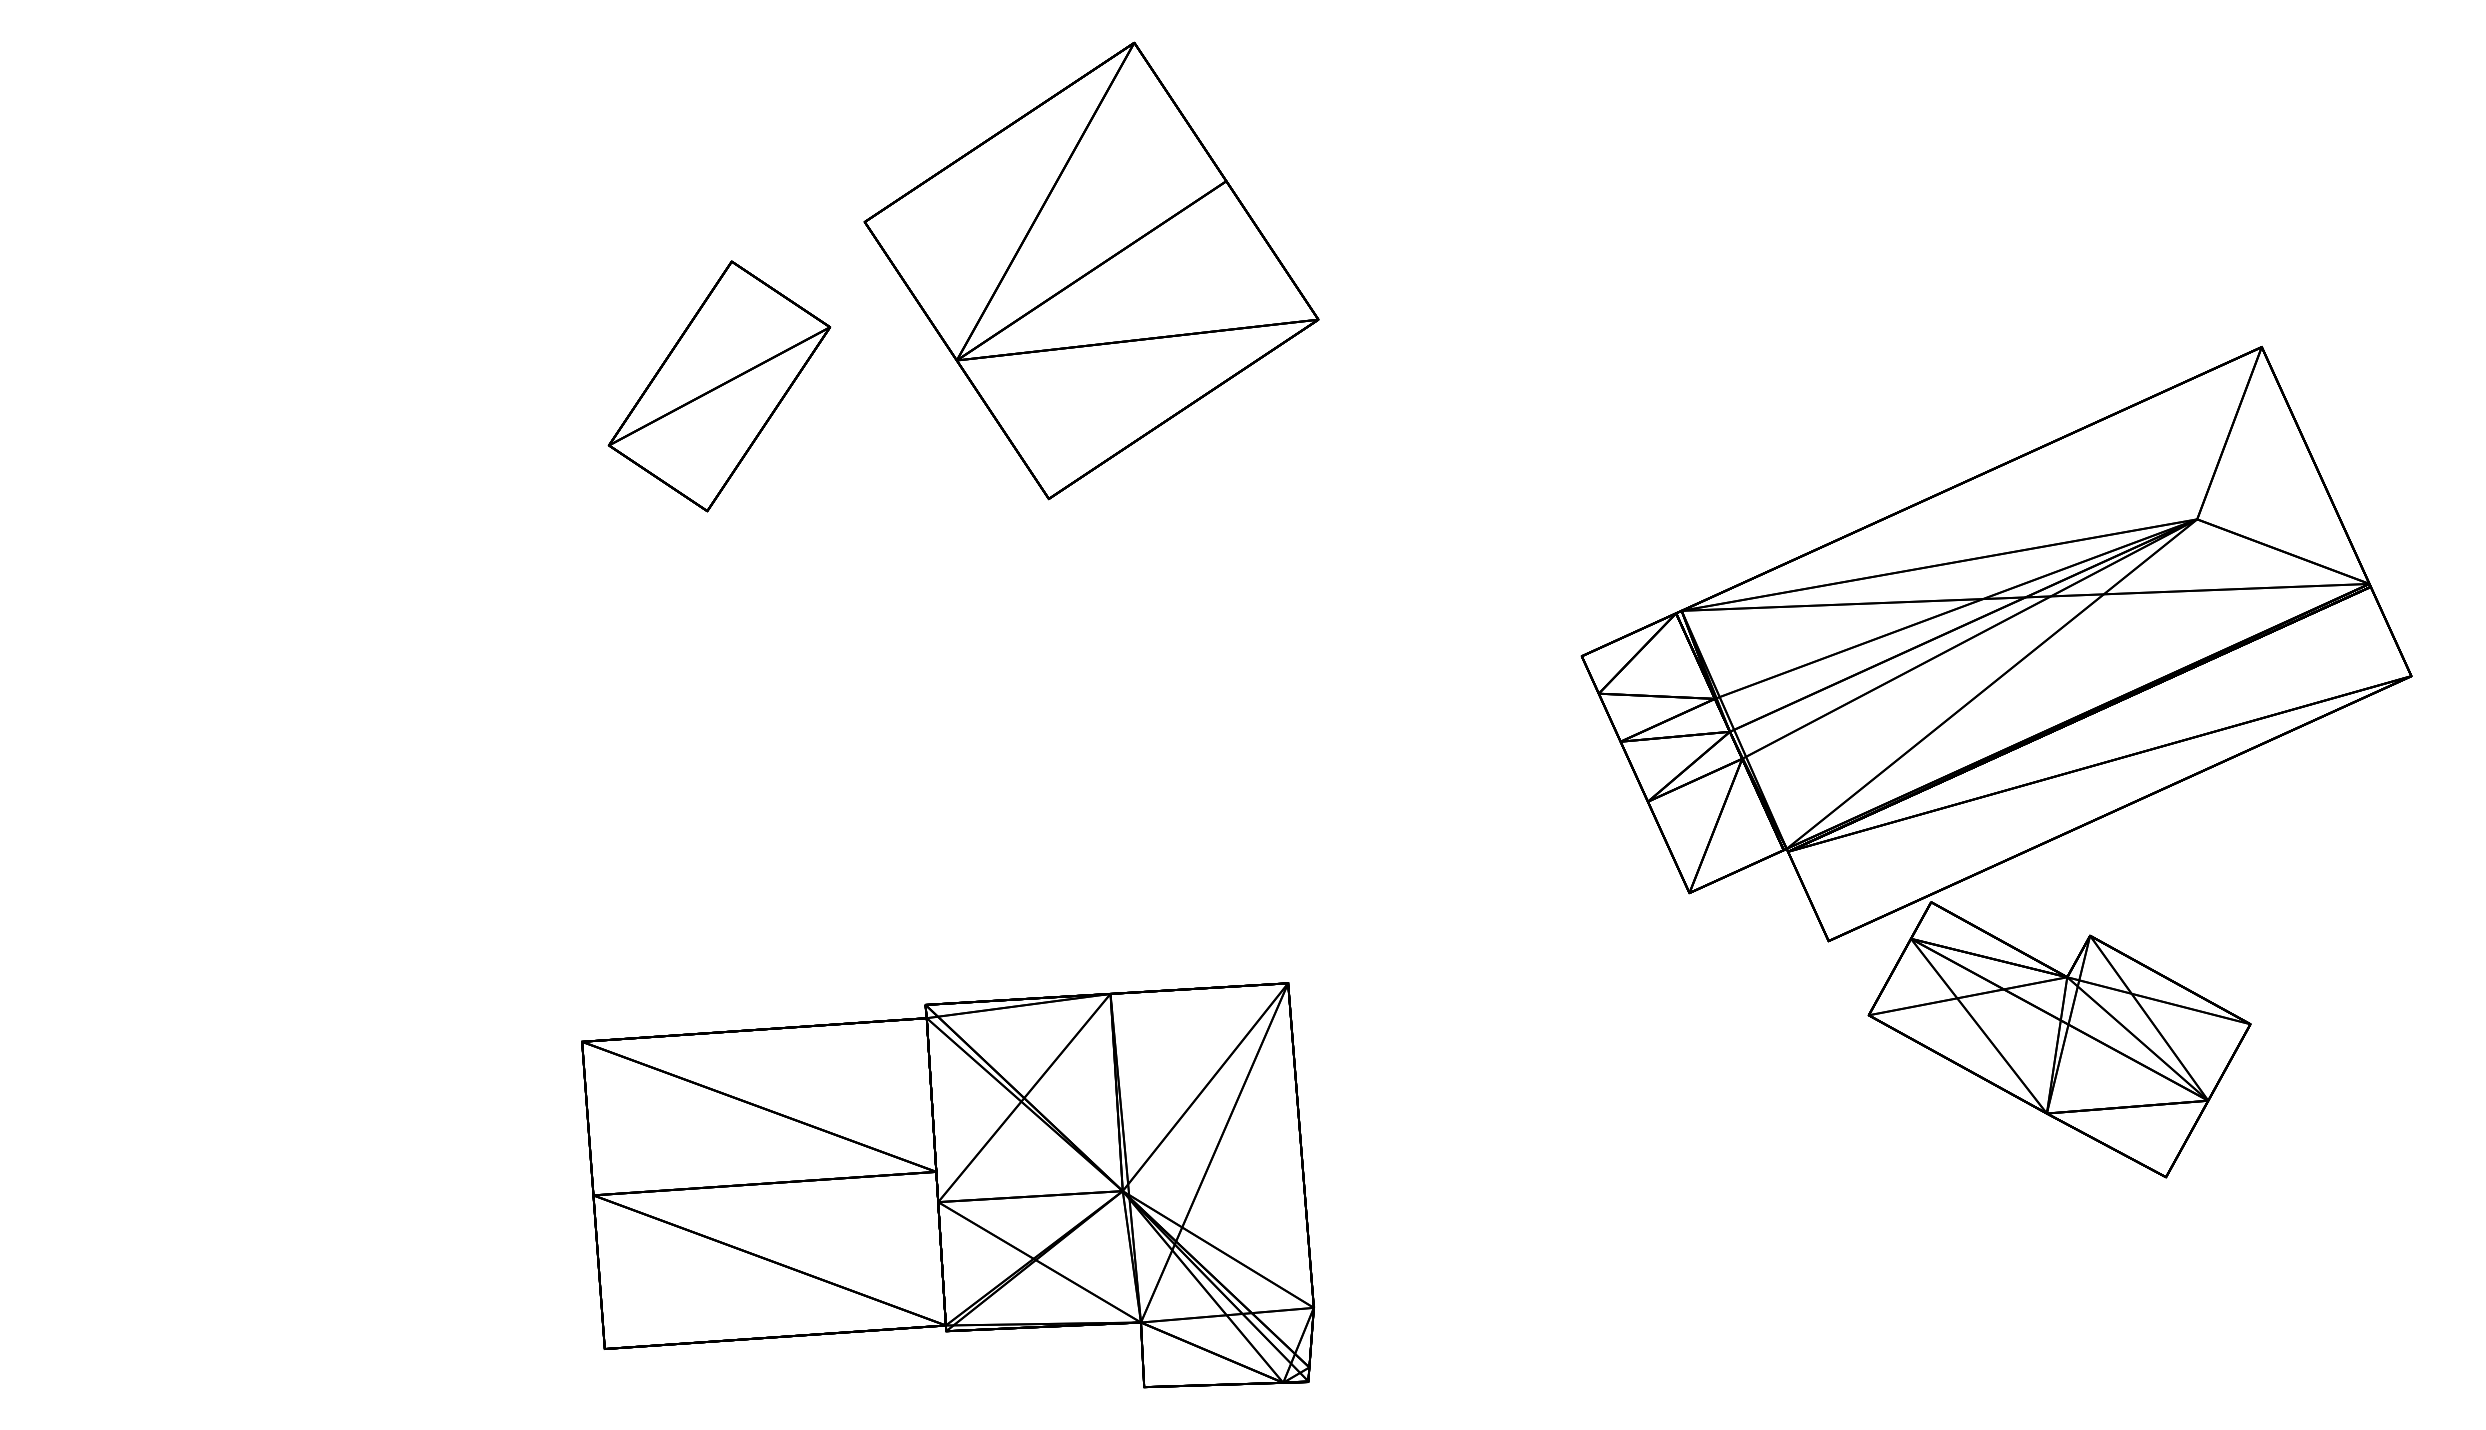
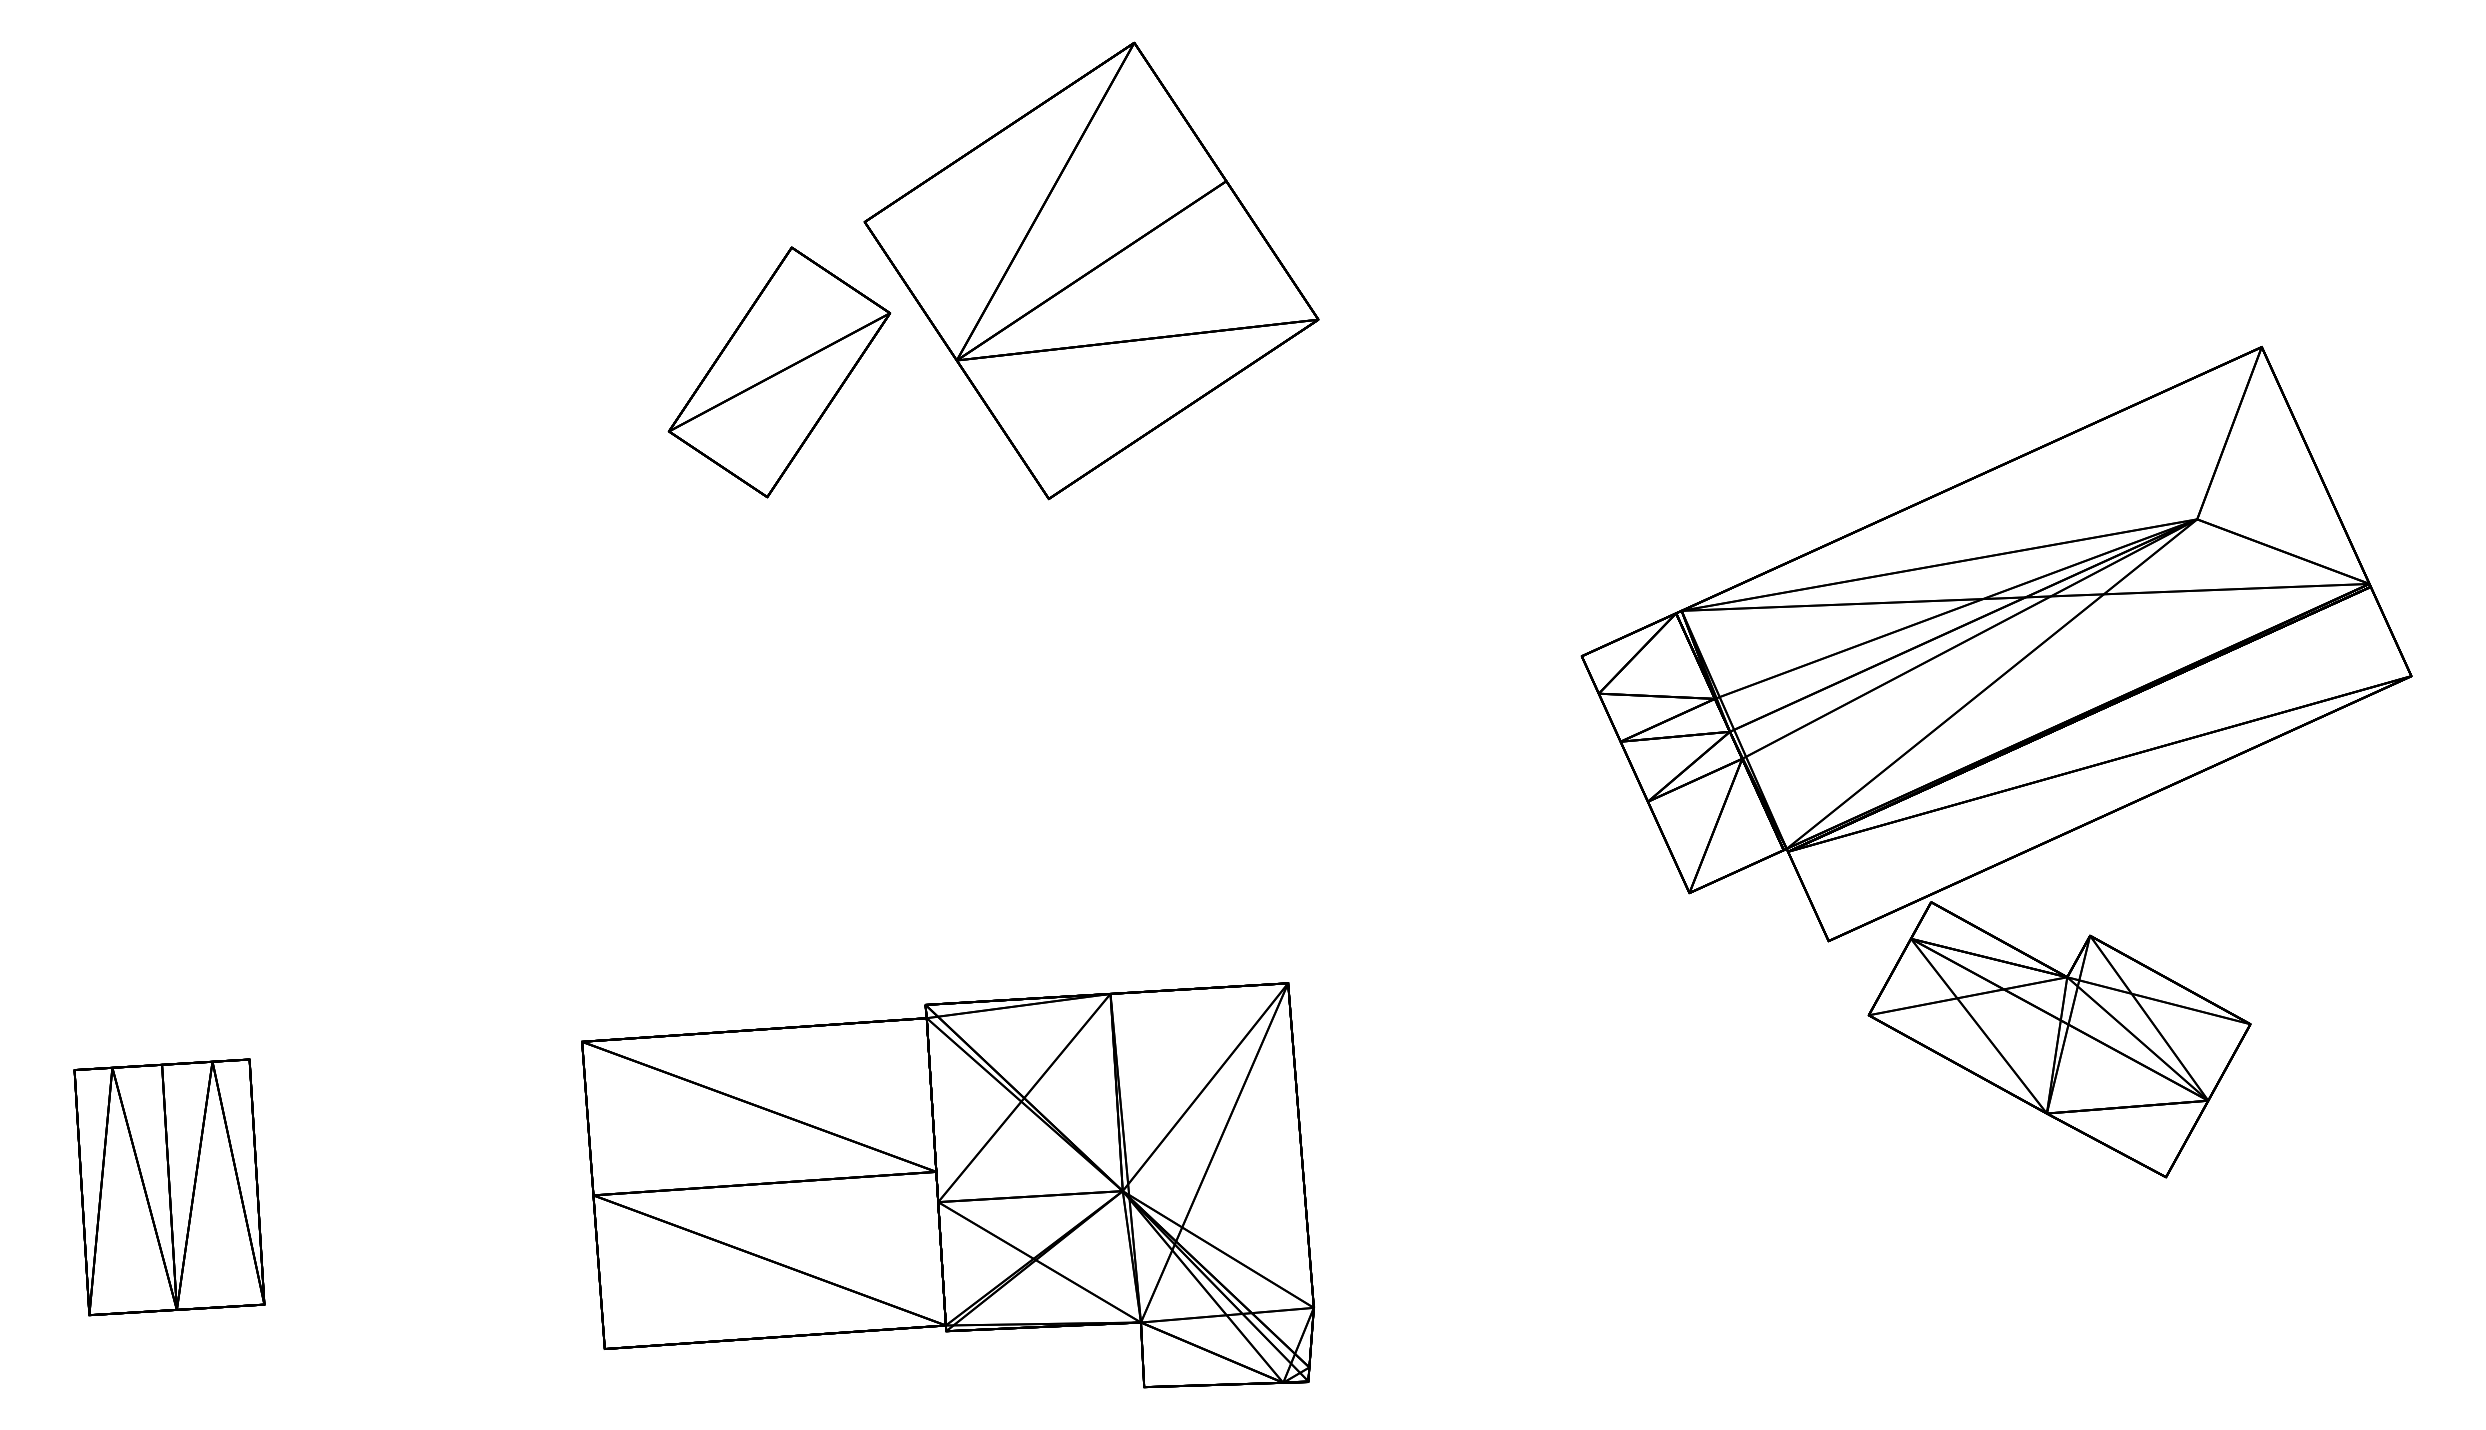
part at (719, 386) position: (719, 386) -> (779, 372)
part at (169, 1187): none -> present
